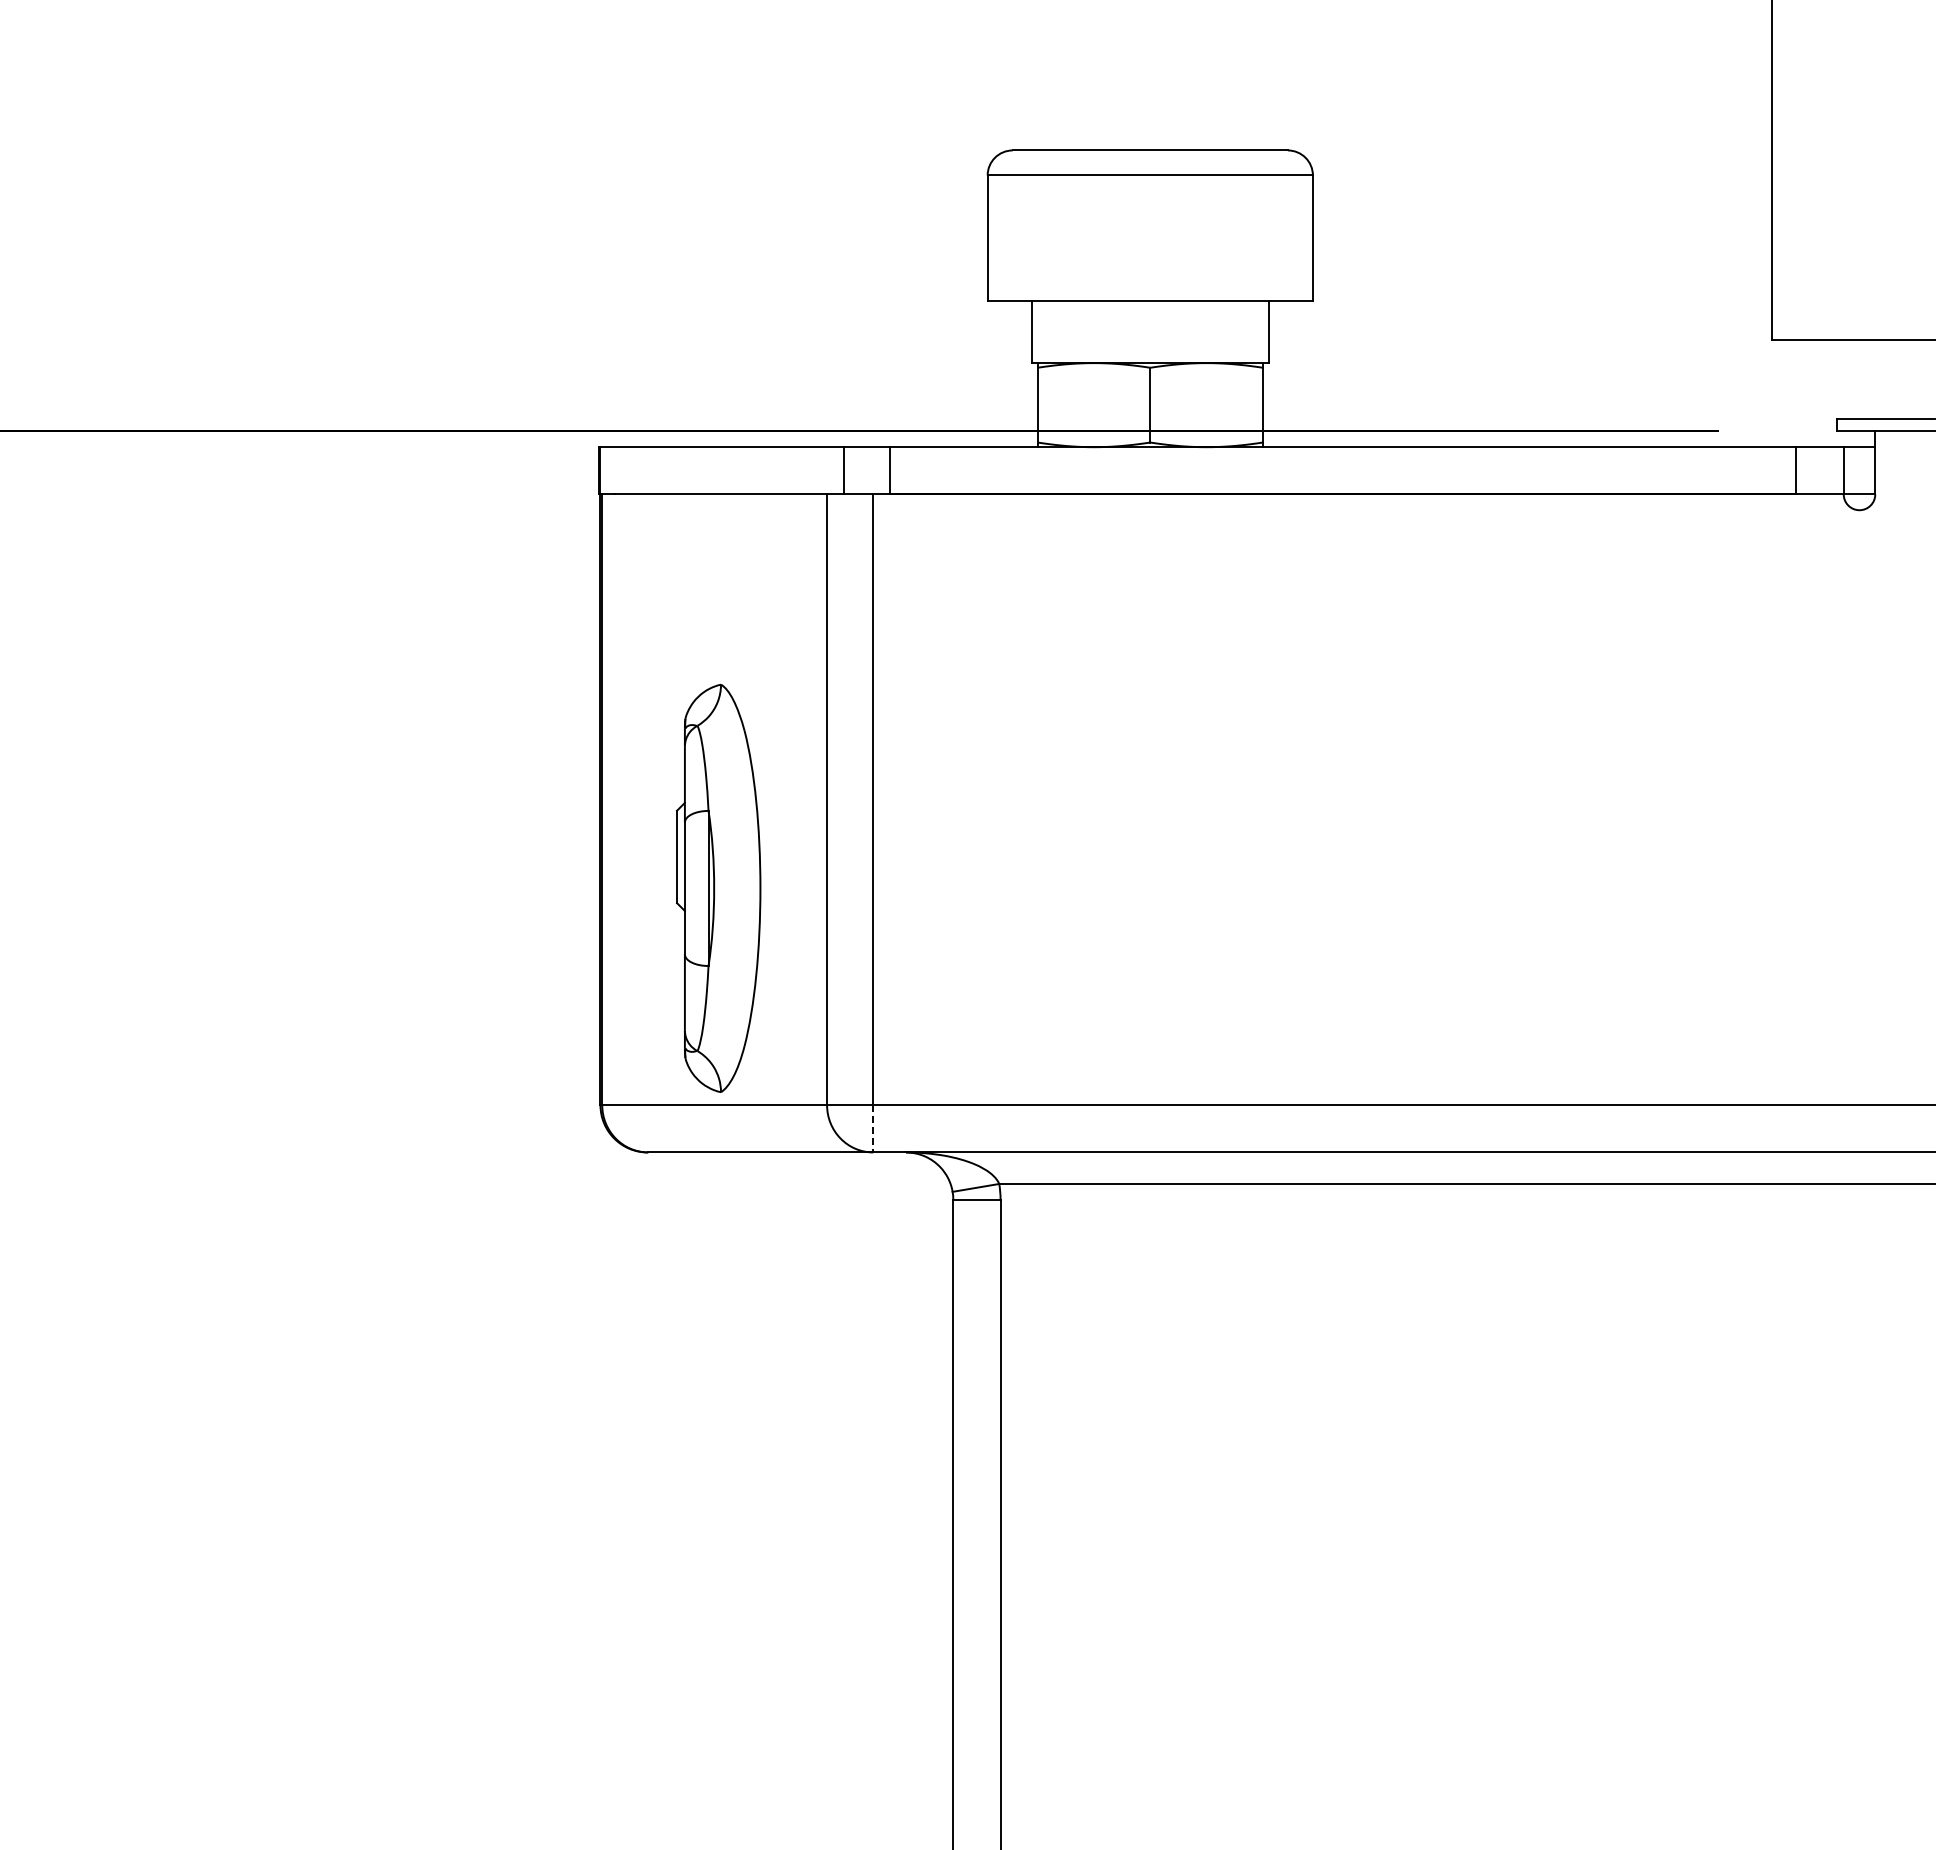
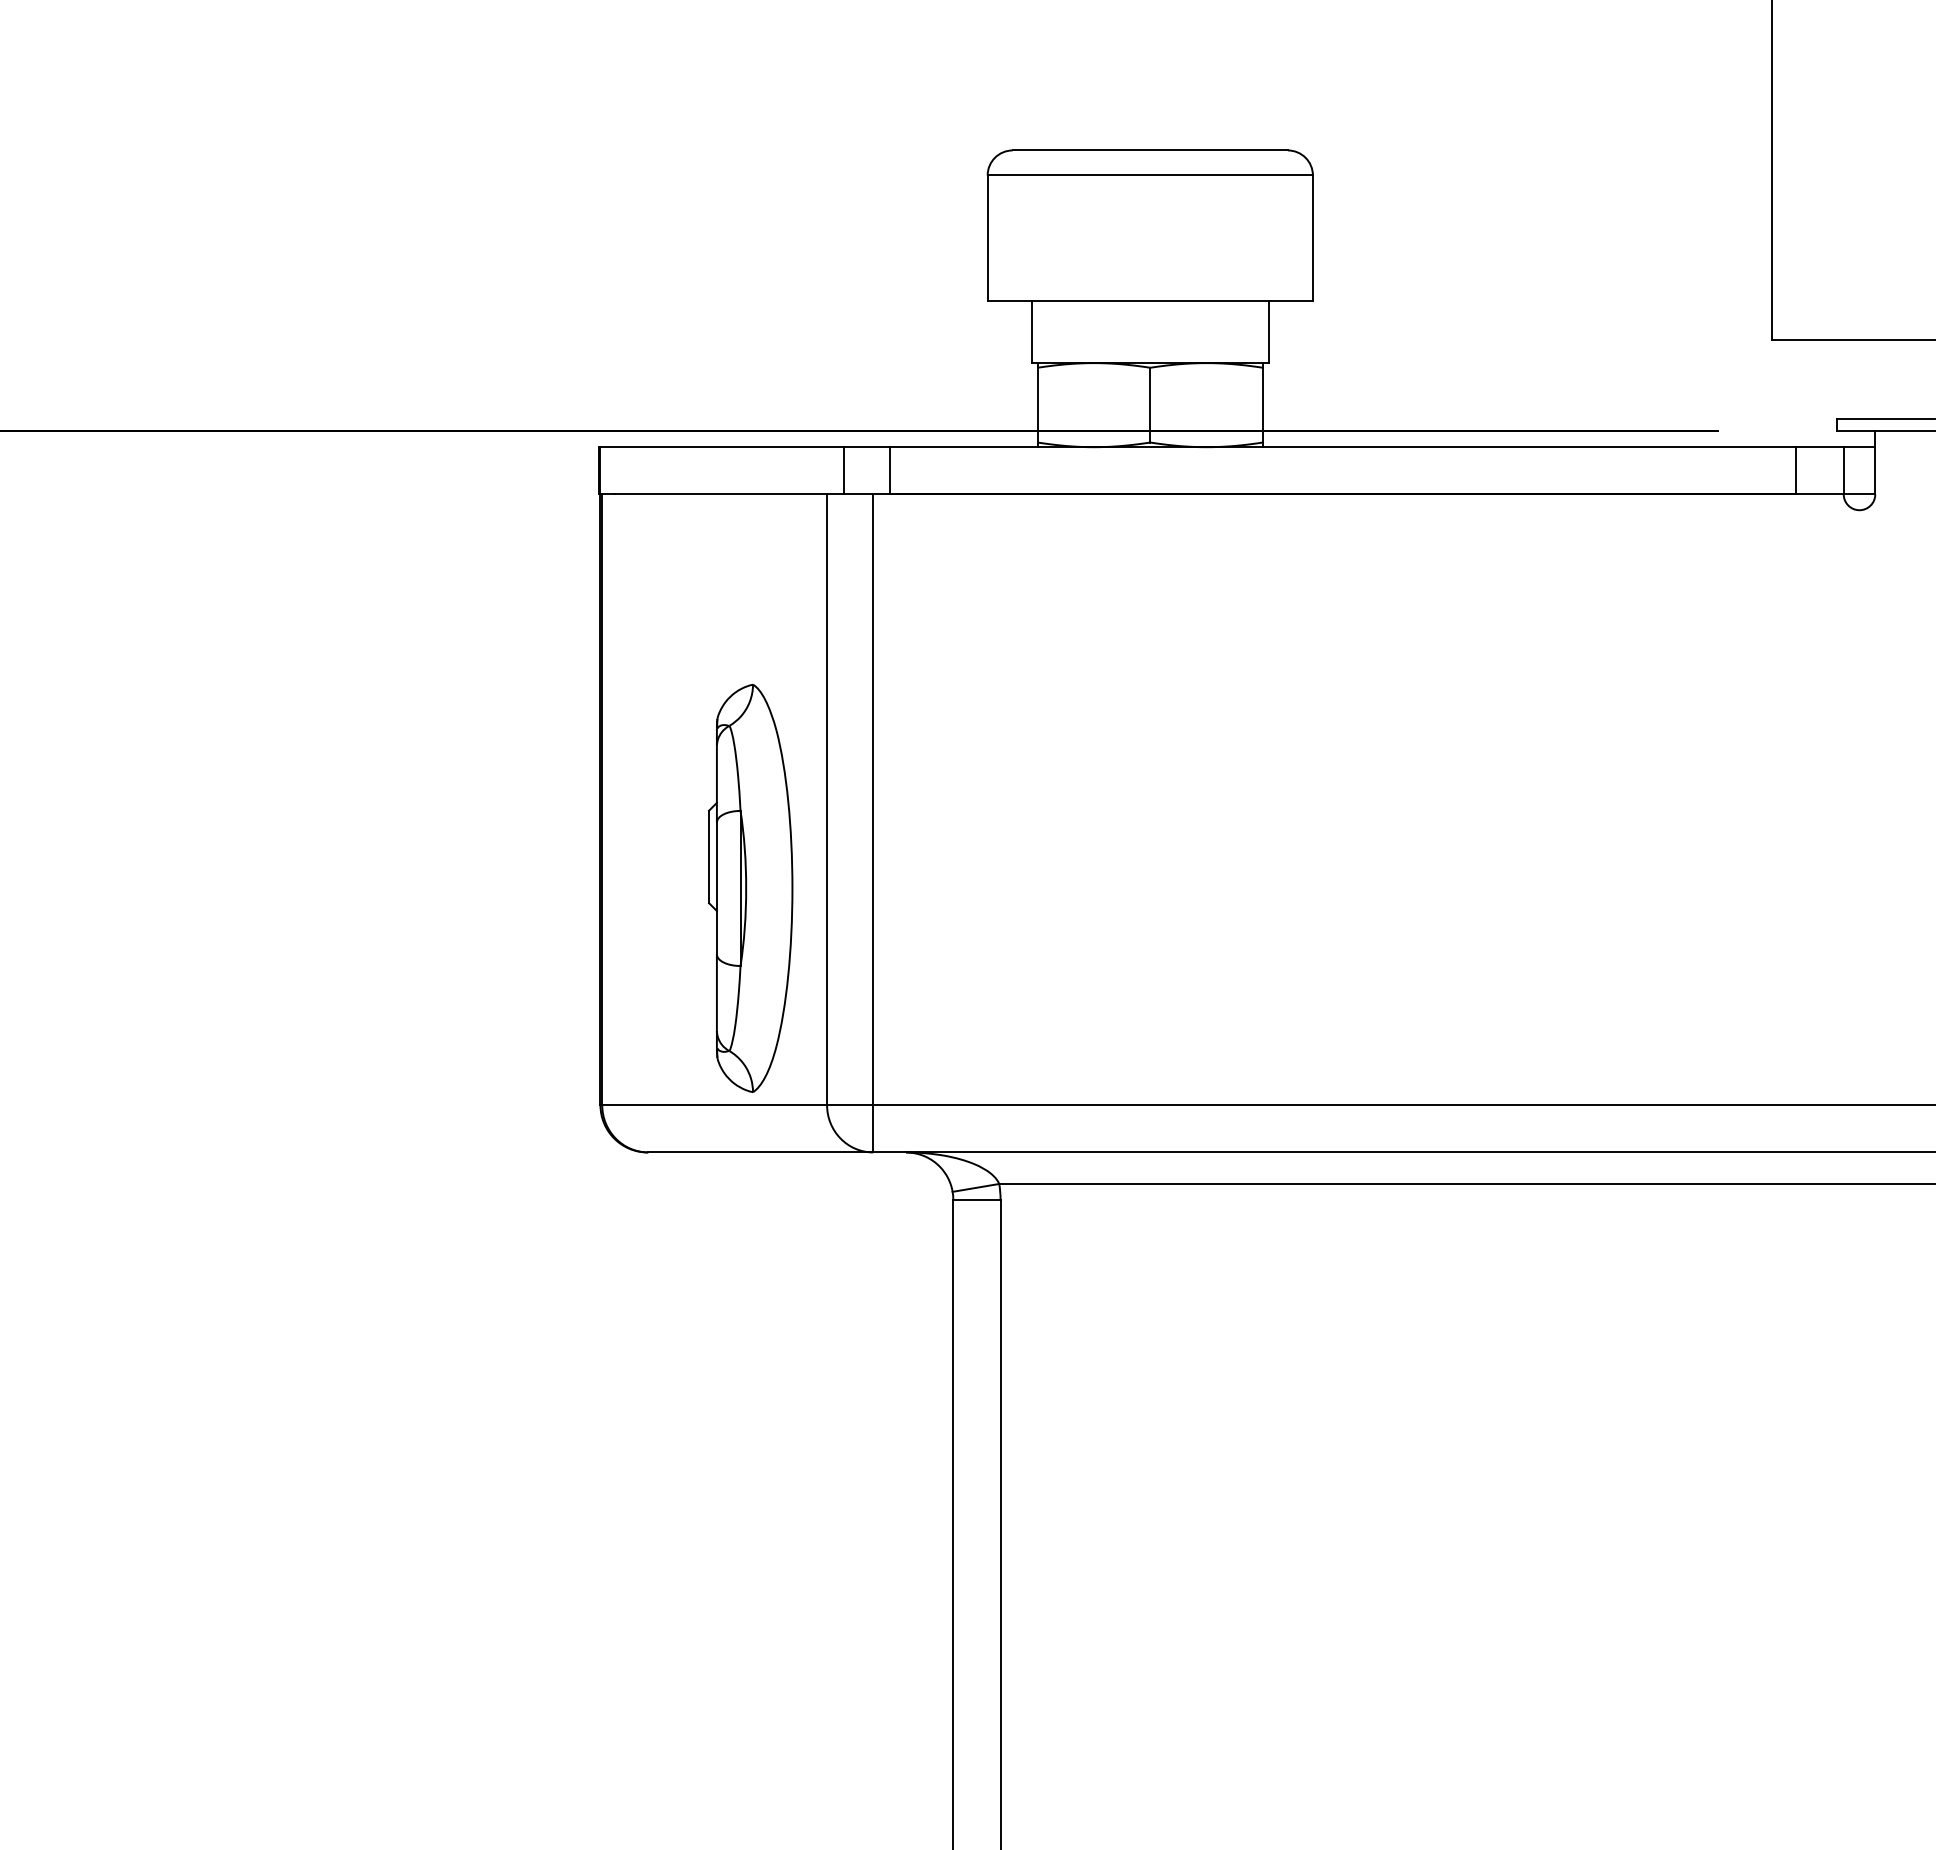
part at (718, 887) position: (718, 887) -> (750, 887)
line at (873, 1128): dashed -> solid
